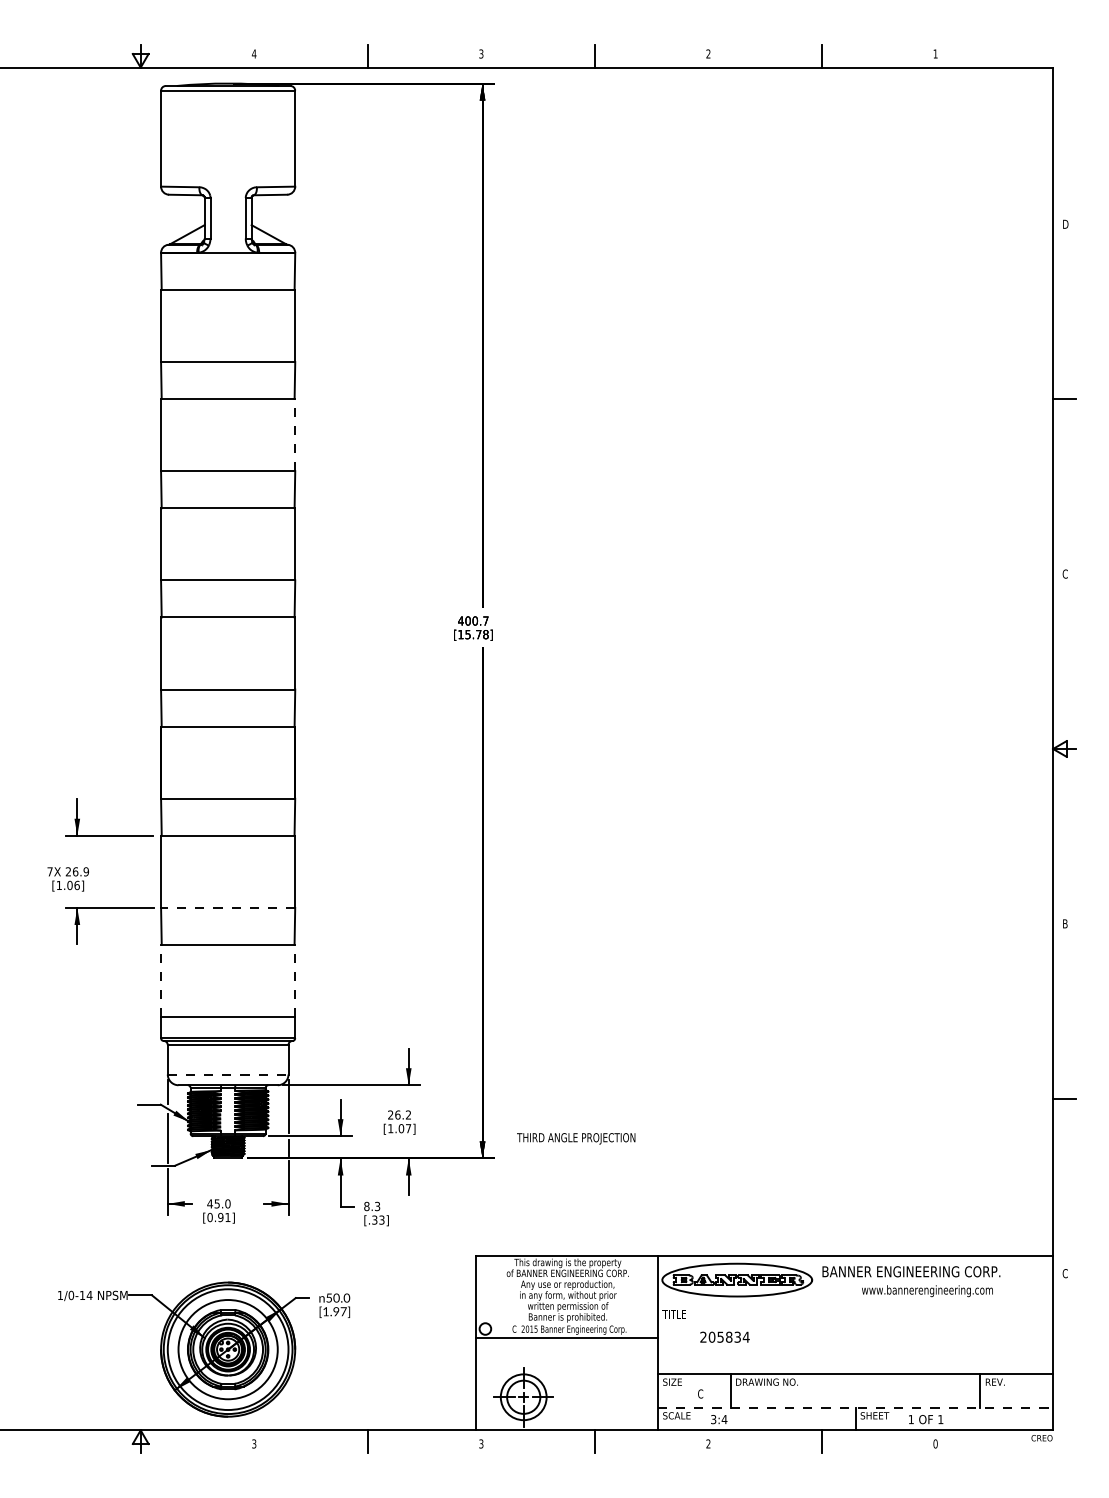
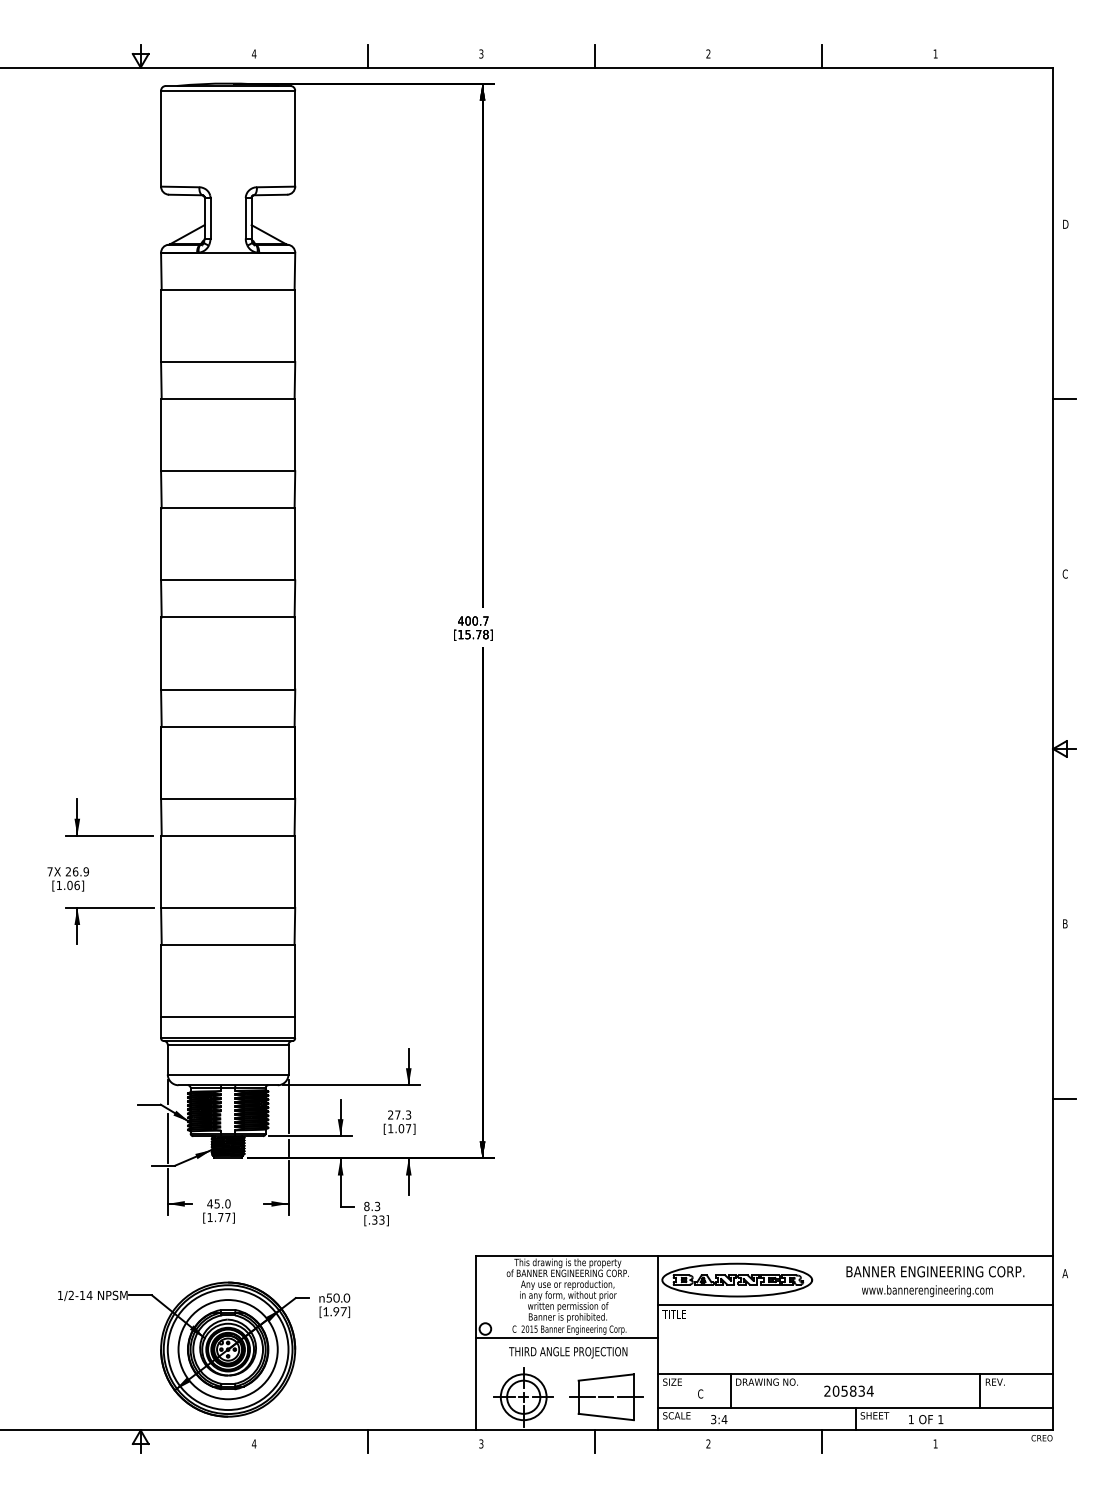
line at (295, 434): dashed -> solid
line at (227, 907): dashed -> solid
line at (161, 980): dashed -> solid
line at (295, 980): dashed -> solid
line at (228, 1074): dashed -> solid
text at (403, 1114): 26.2 -> 27.3
text at (576, 1138) position: (576, 1138) -> (568, 1352)
text at (218, 1217): [0.91] -> [1.77]
text at (911, 1271) position: (911, 1271) -> (935, 1271)
text at (1064, 1273): C -> A
text at (71, 1295): 1/0-14 -> 1/2-14
line at (855, 1304): none -> present
text at (724, 1336) position: (724, 1336) -> (848, 1390)
part at (606, 1397): none -> present
line at (855, 1407): dashed -> solid
text at (253, 1443): 3 -> 4
text at (935, 1443): 0 -> 1
